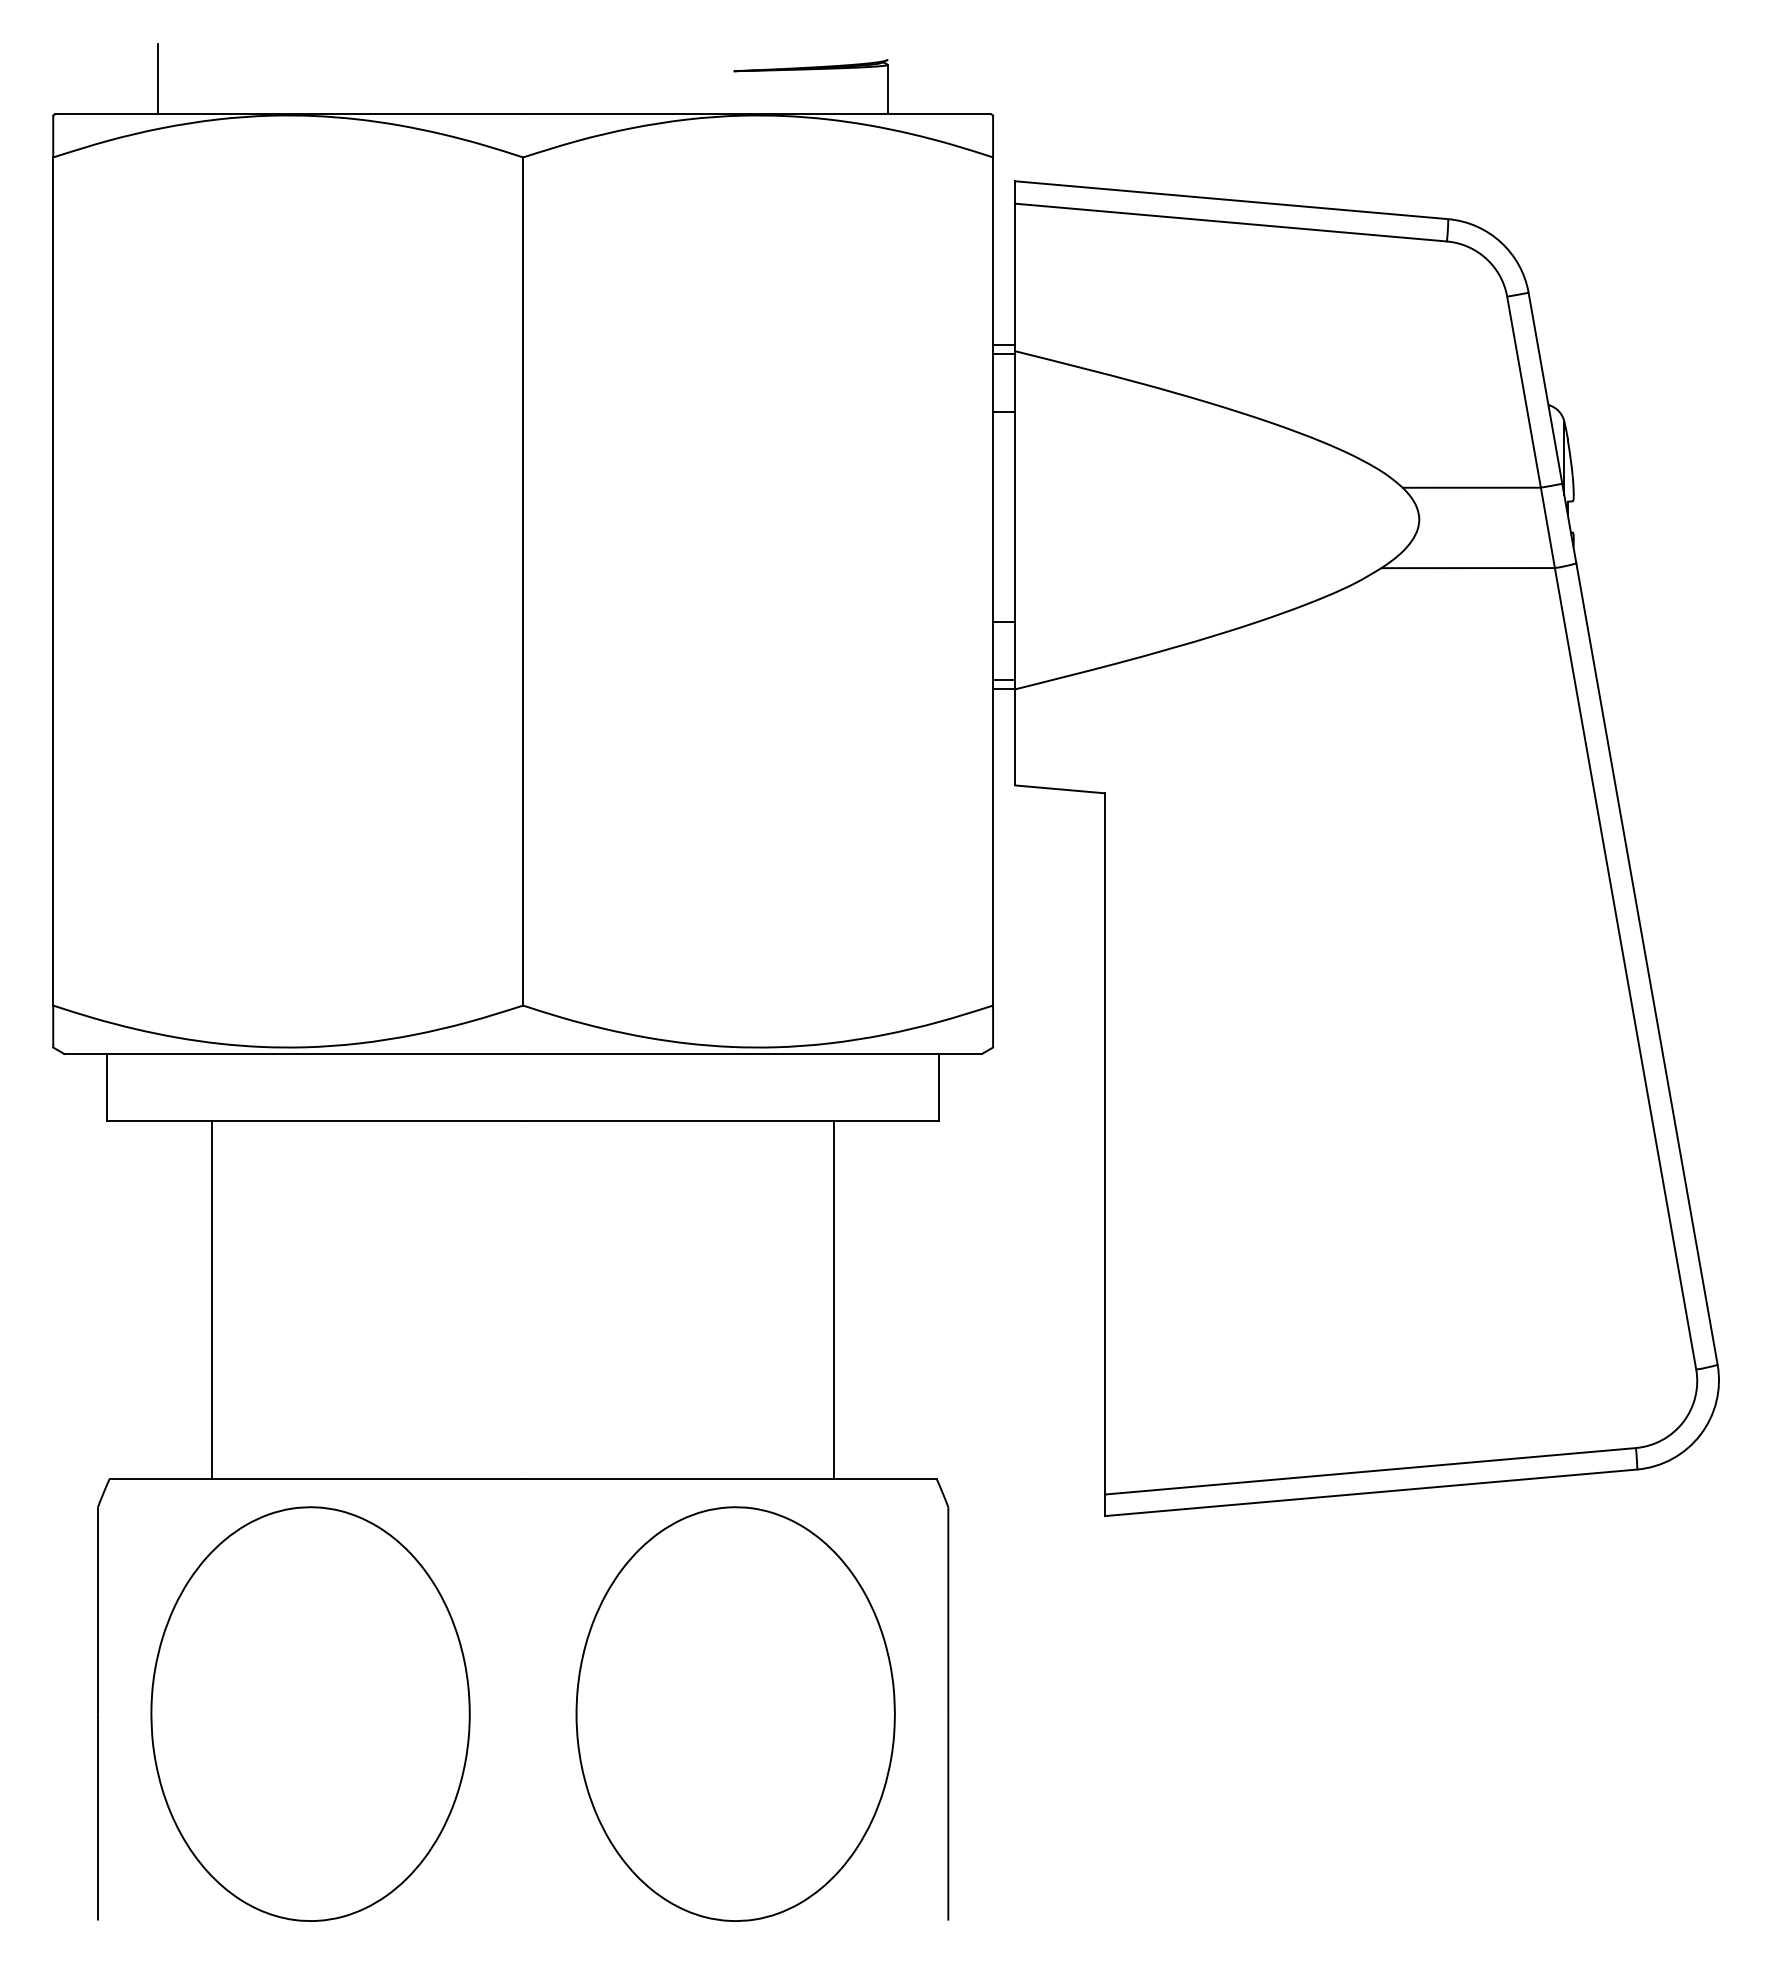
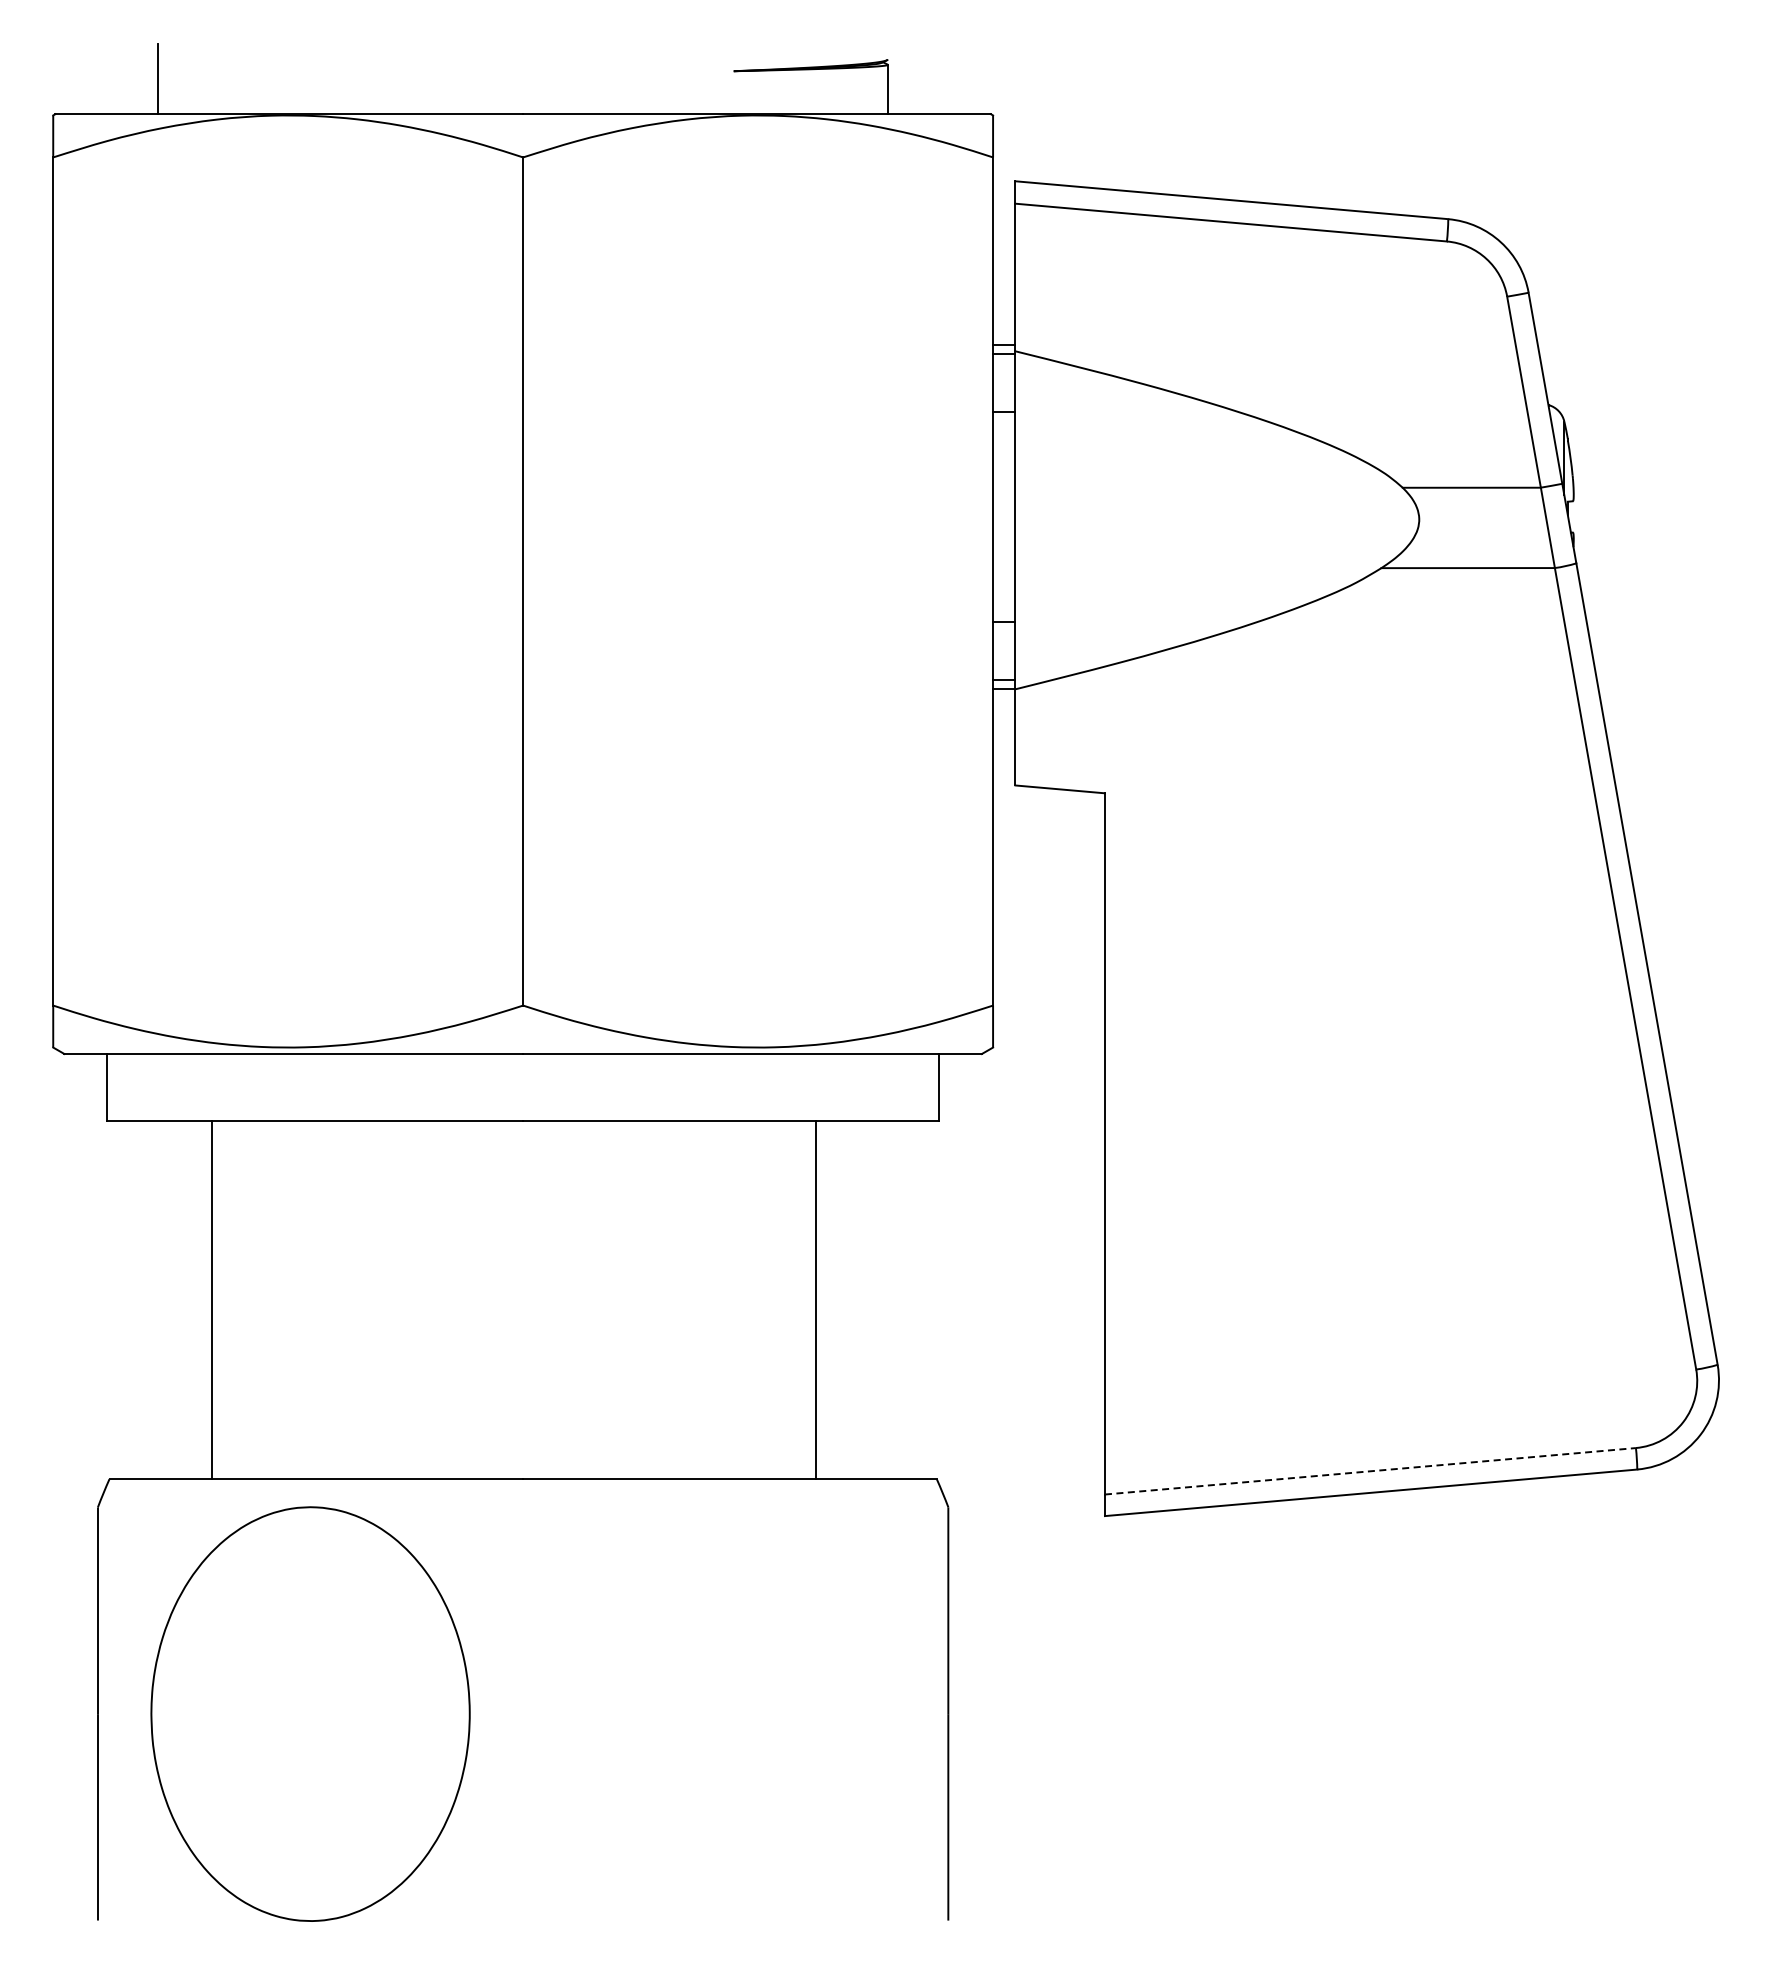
line at (834, 1300) position: (834, 1300) -> (816, 1300)
line at (1370, 1471): solid -> dashed
part at (735, 1713): present -> none
